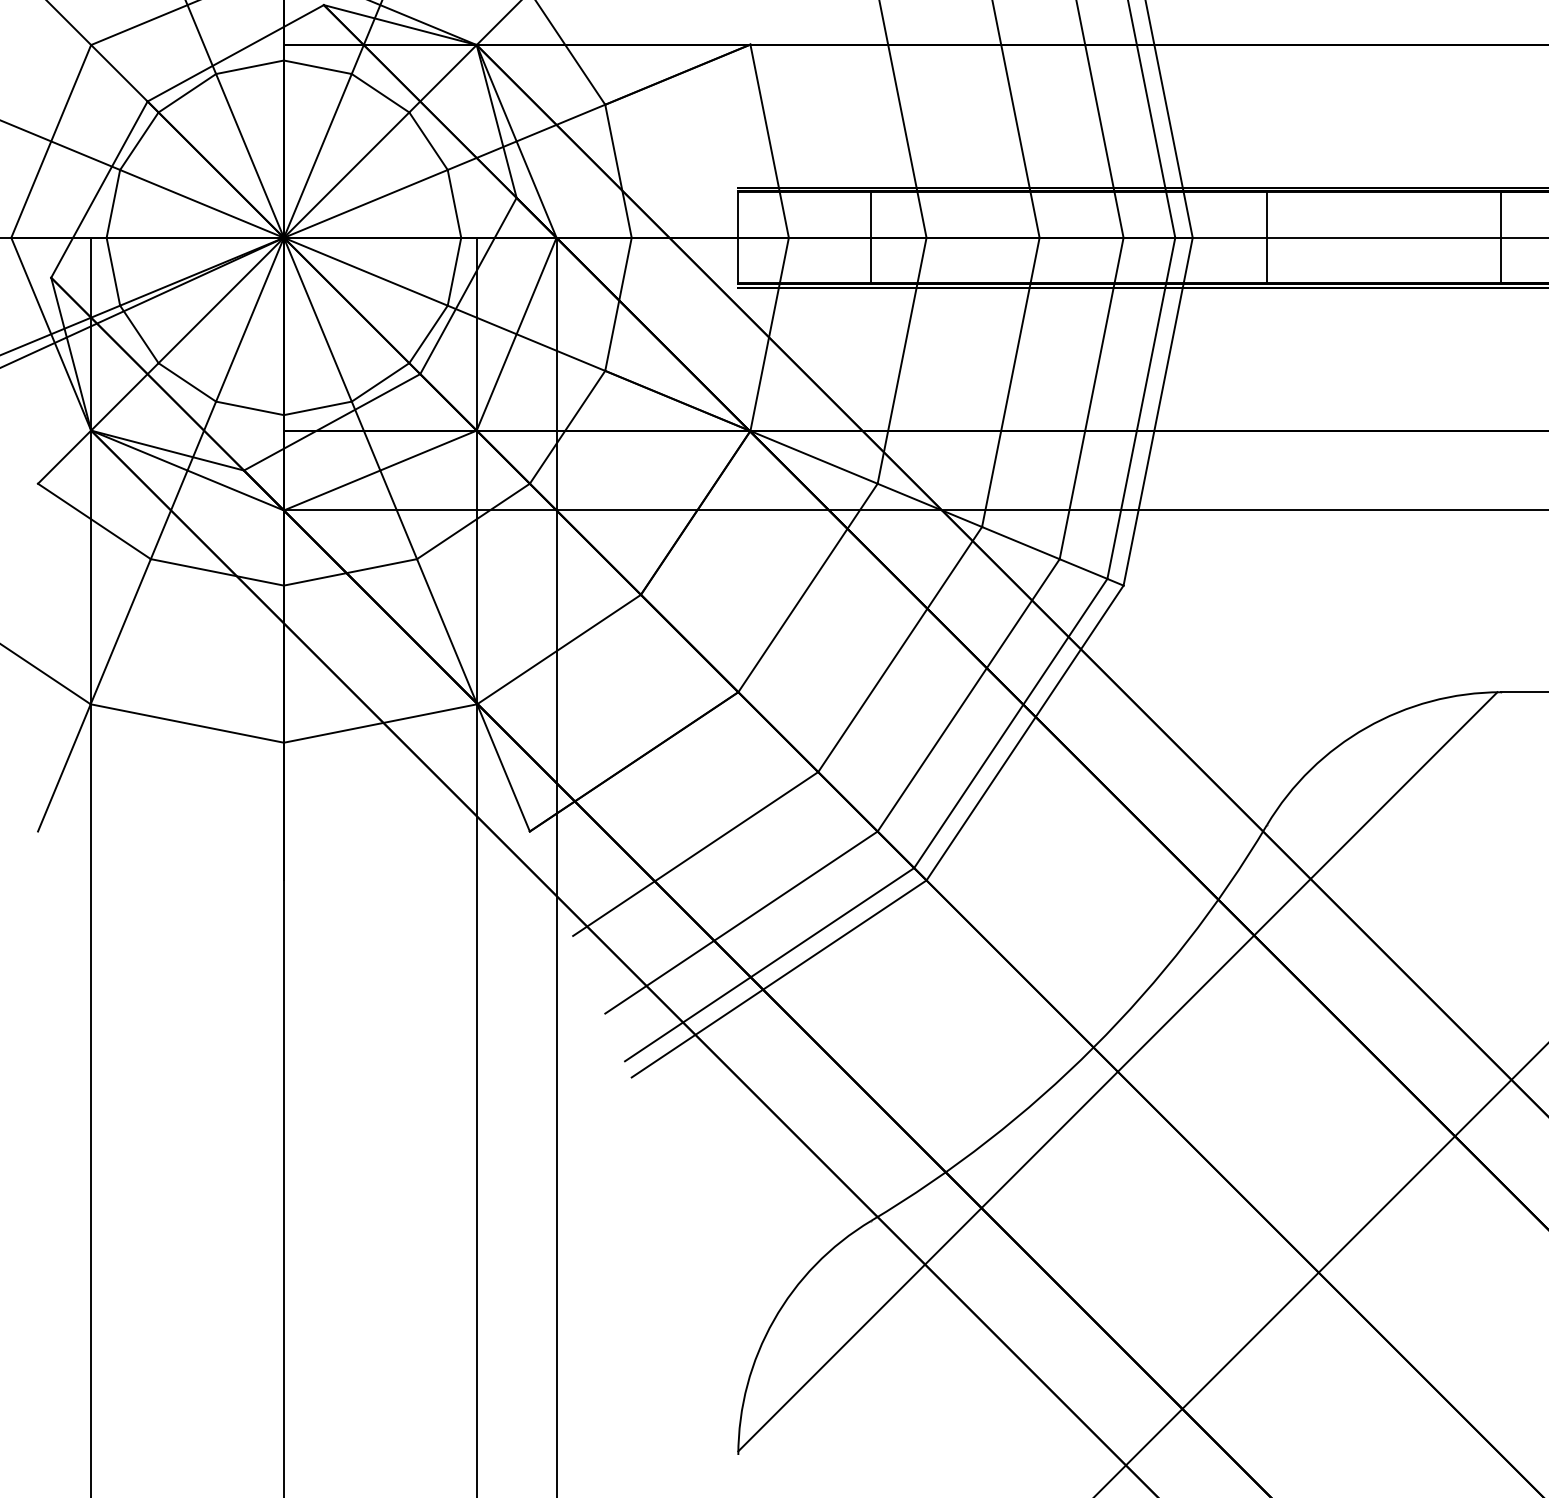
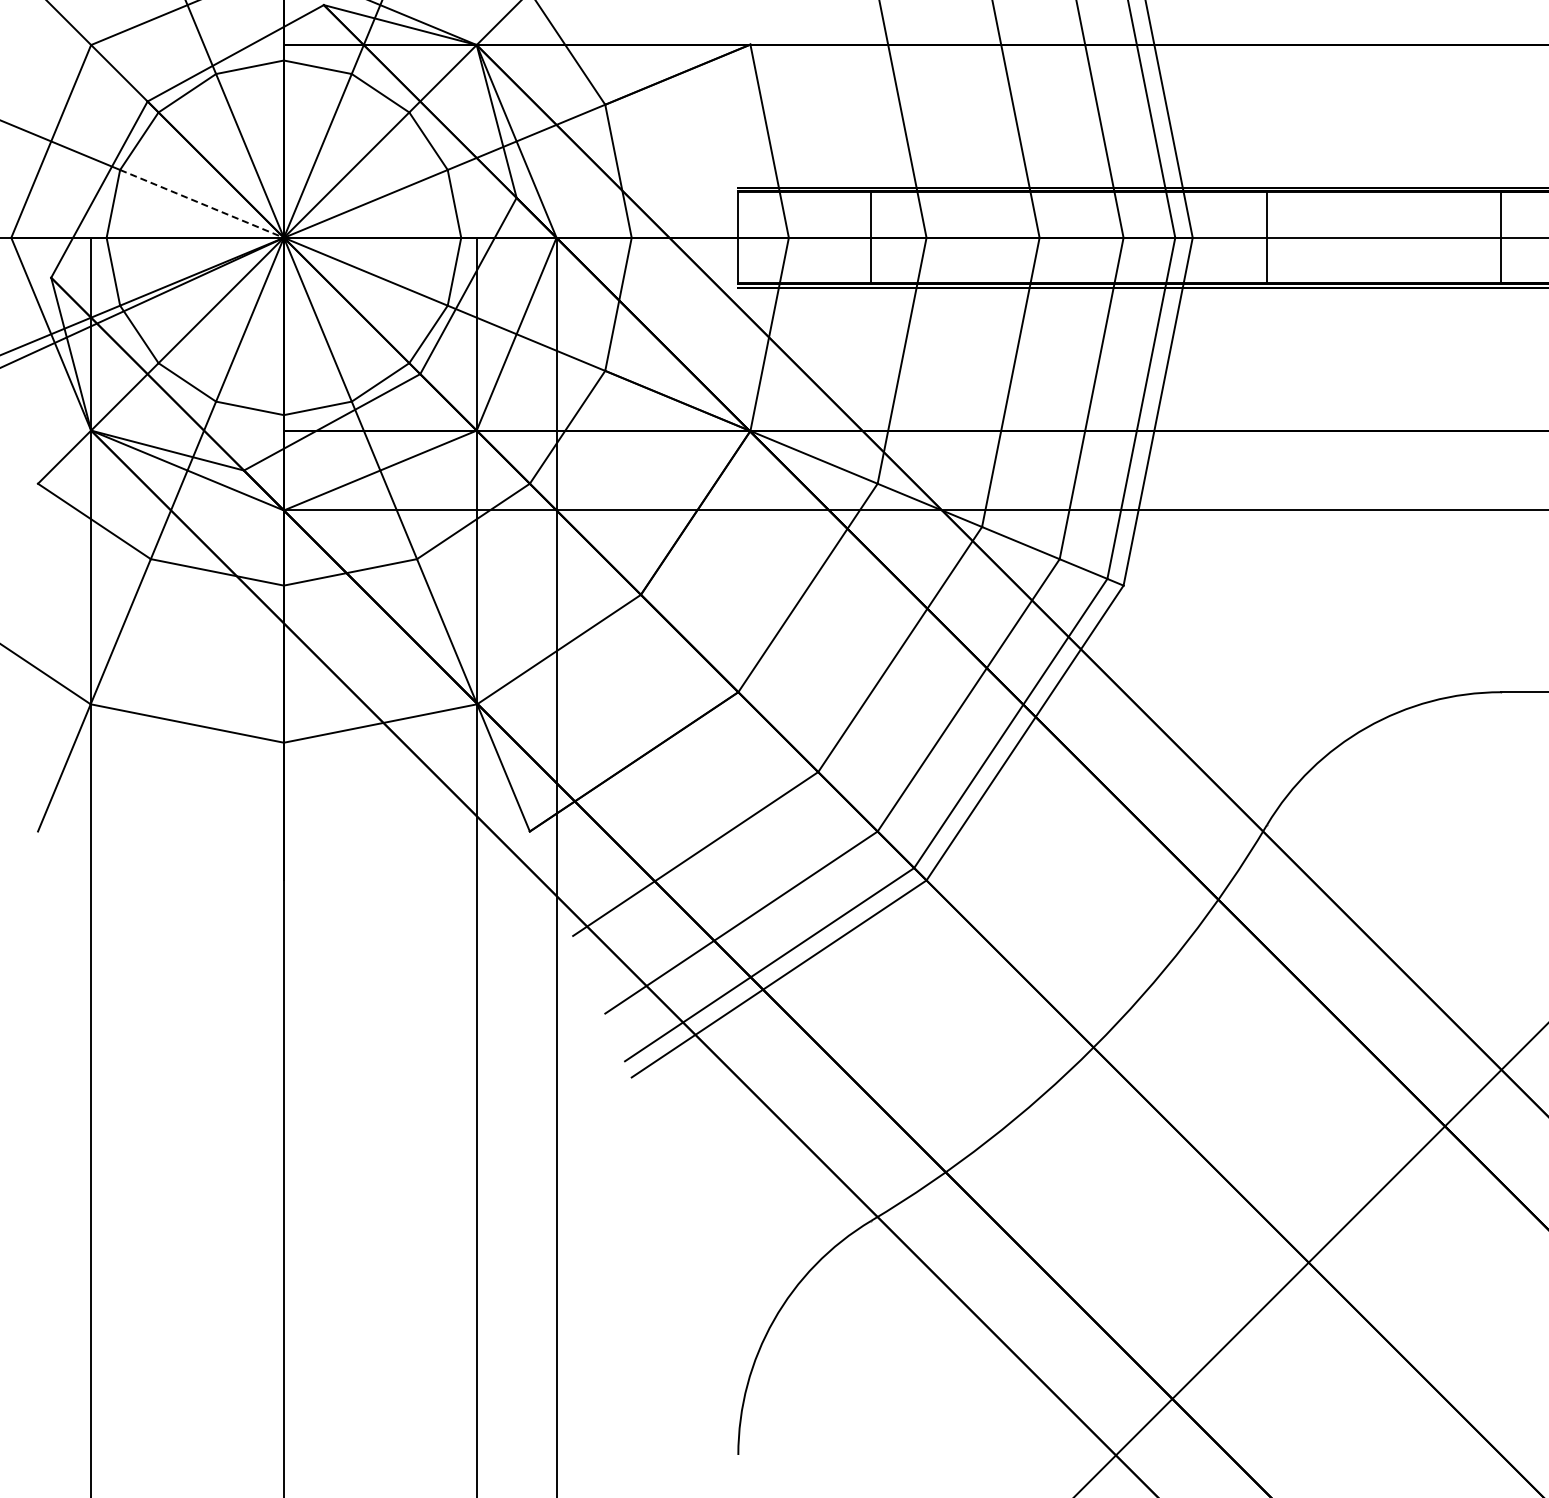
line at (202, 203): solid -> dashed
line at (1117, 1071): present -> none
line at (1320, 1269) position: (1320, 1269) -> (1311, 1260)
